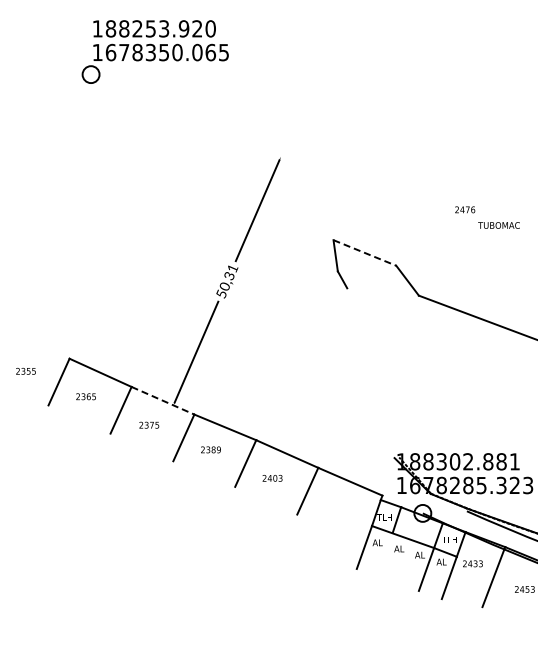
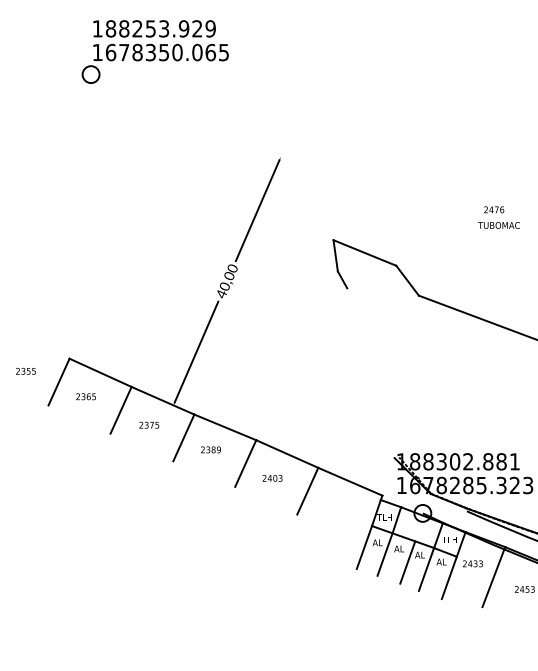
text at (210, 28): 188253.920 -> 188253.929
text at (465, 209) position: (465, 209) -> (494, 209)
line at (364, 252): dashed -> solid
text at (227, 281): 50,31 -> 40,00
line at (163, 400): dashed -> solid
line at (384, 554): none -> present
line at (407, 562): none -> present
